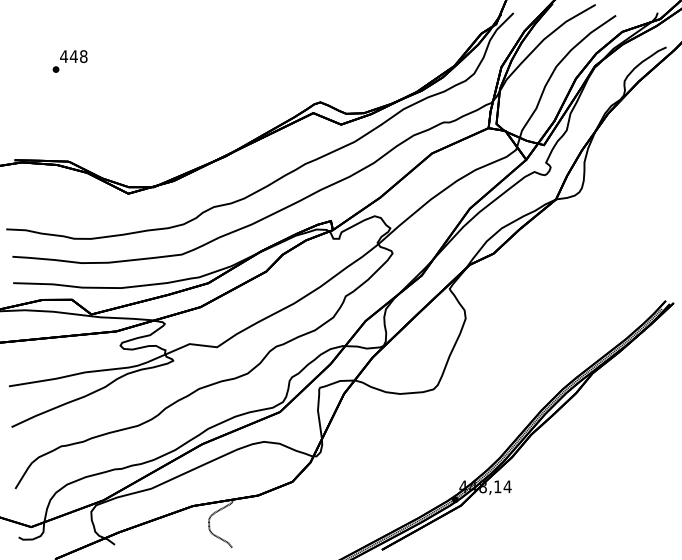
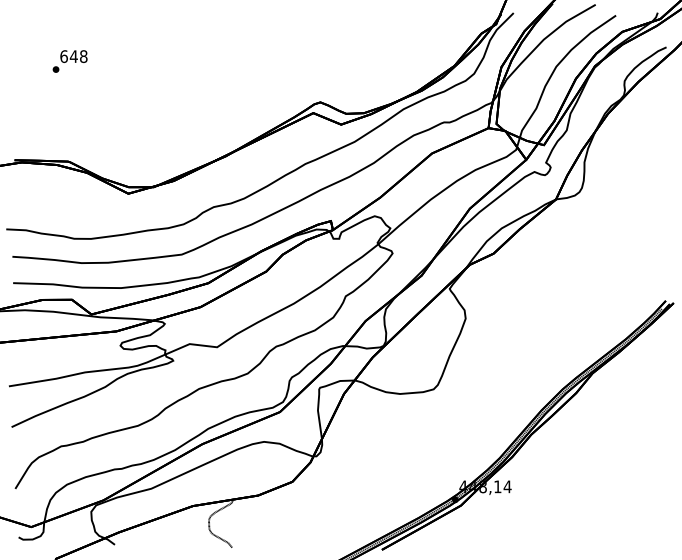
text at (64, 56): 448 -> 648
